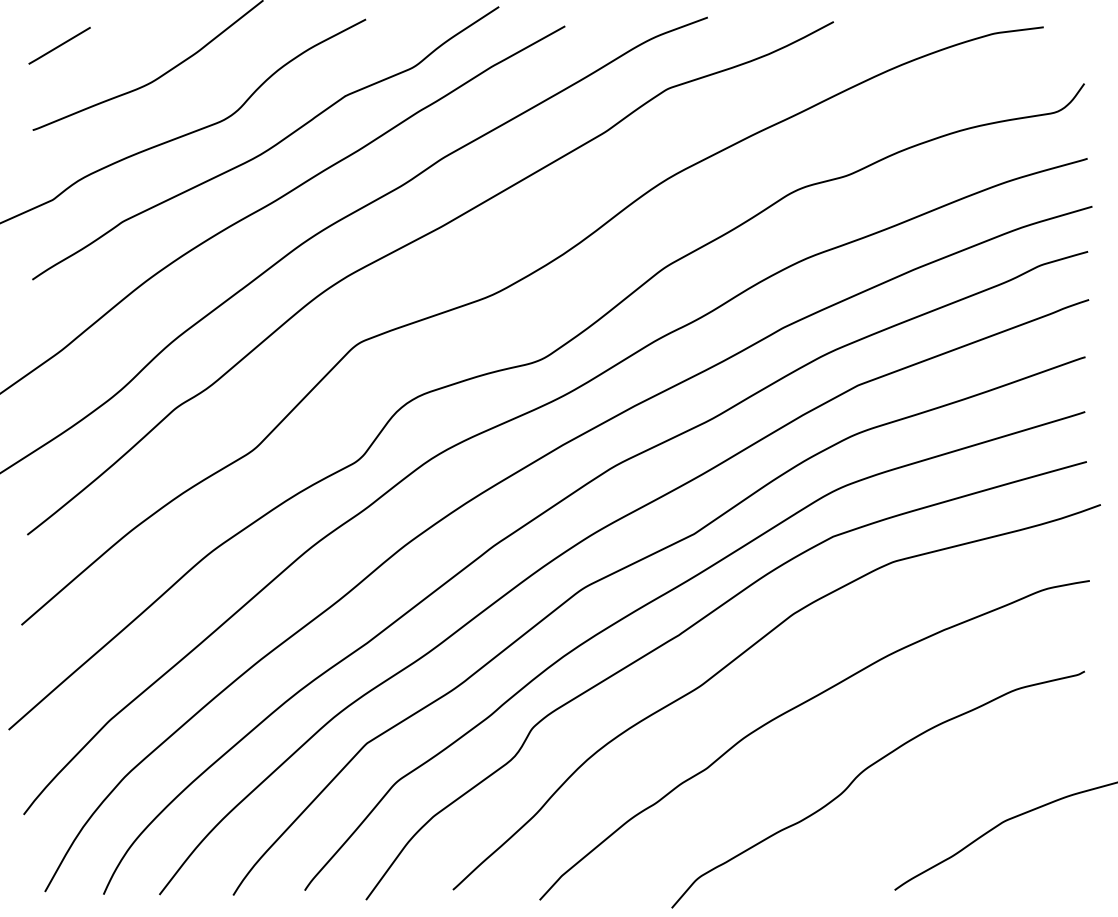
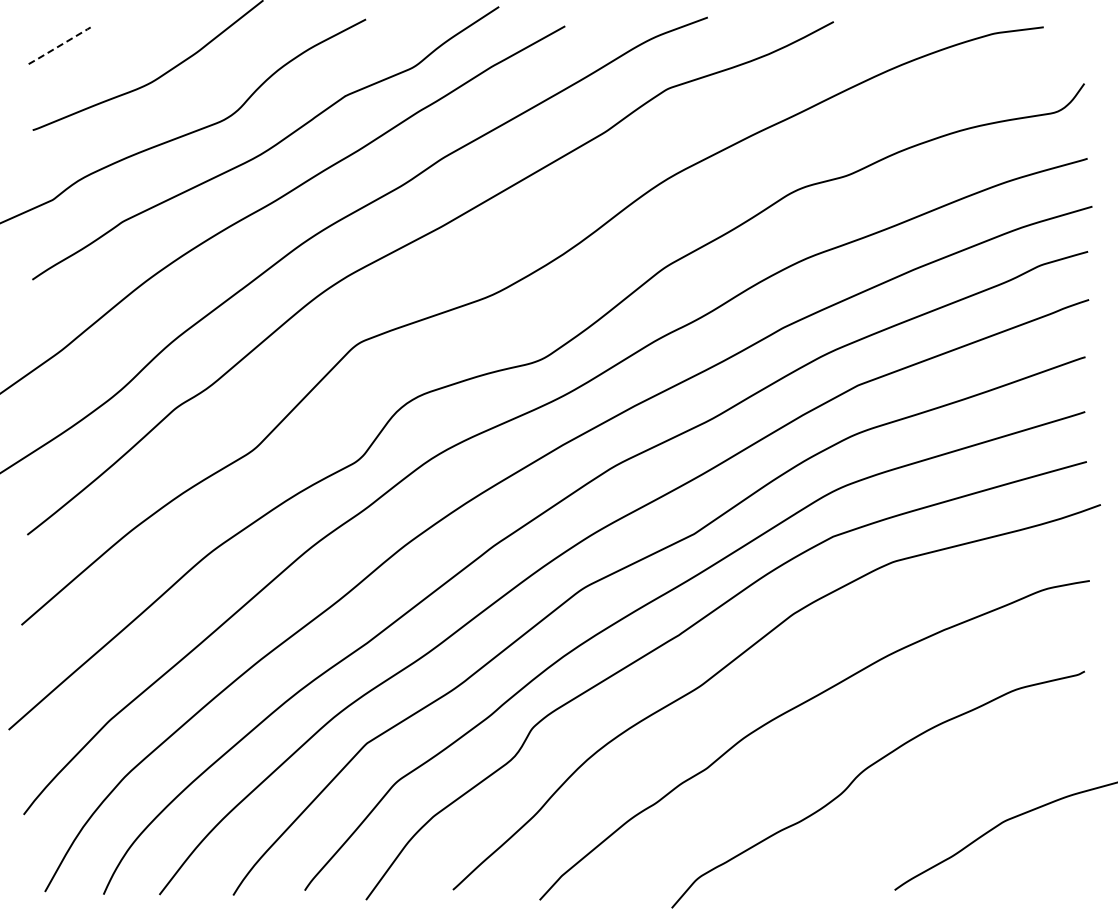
line at (60, 45): solid -> dashed
